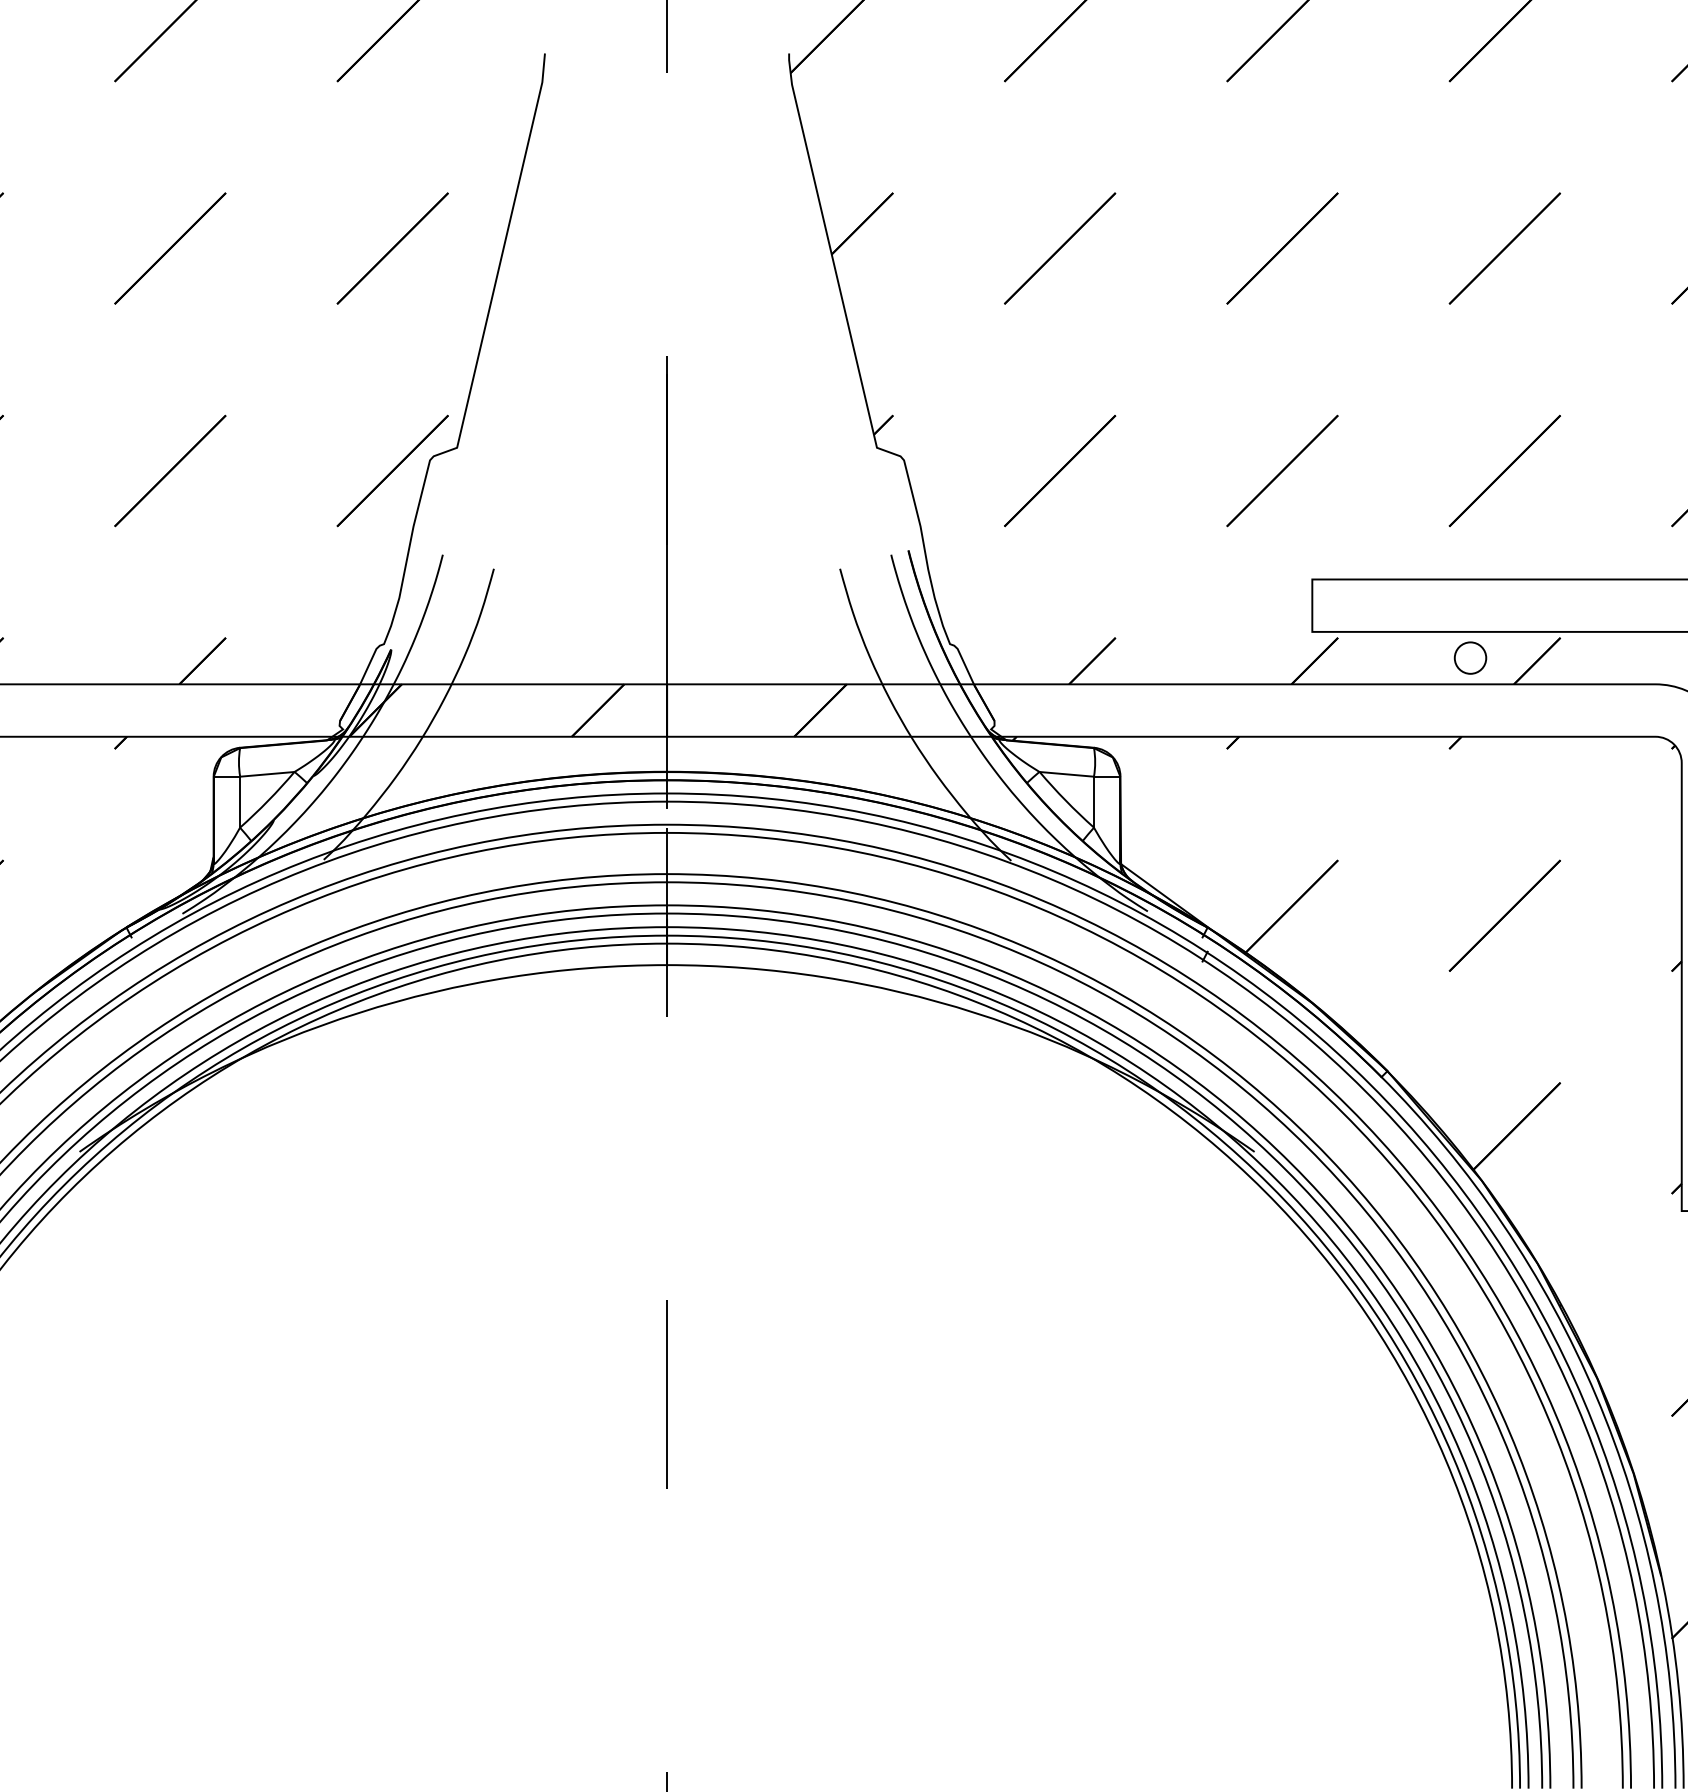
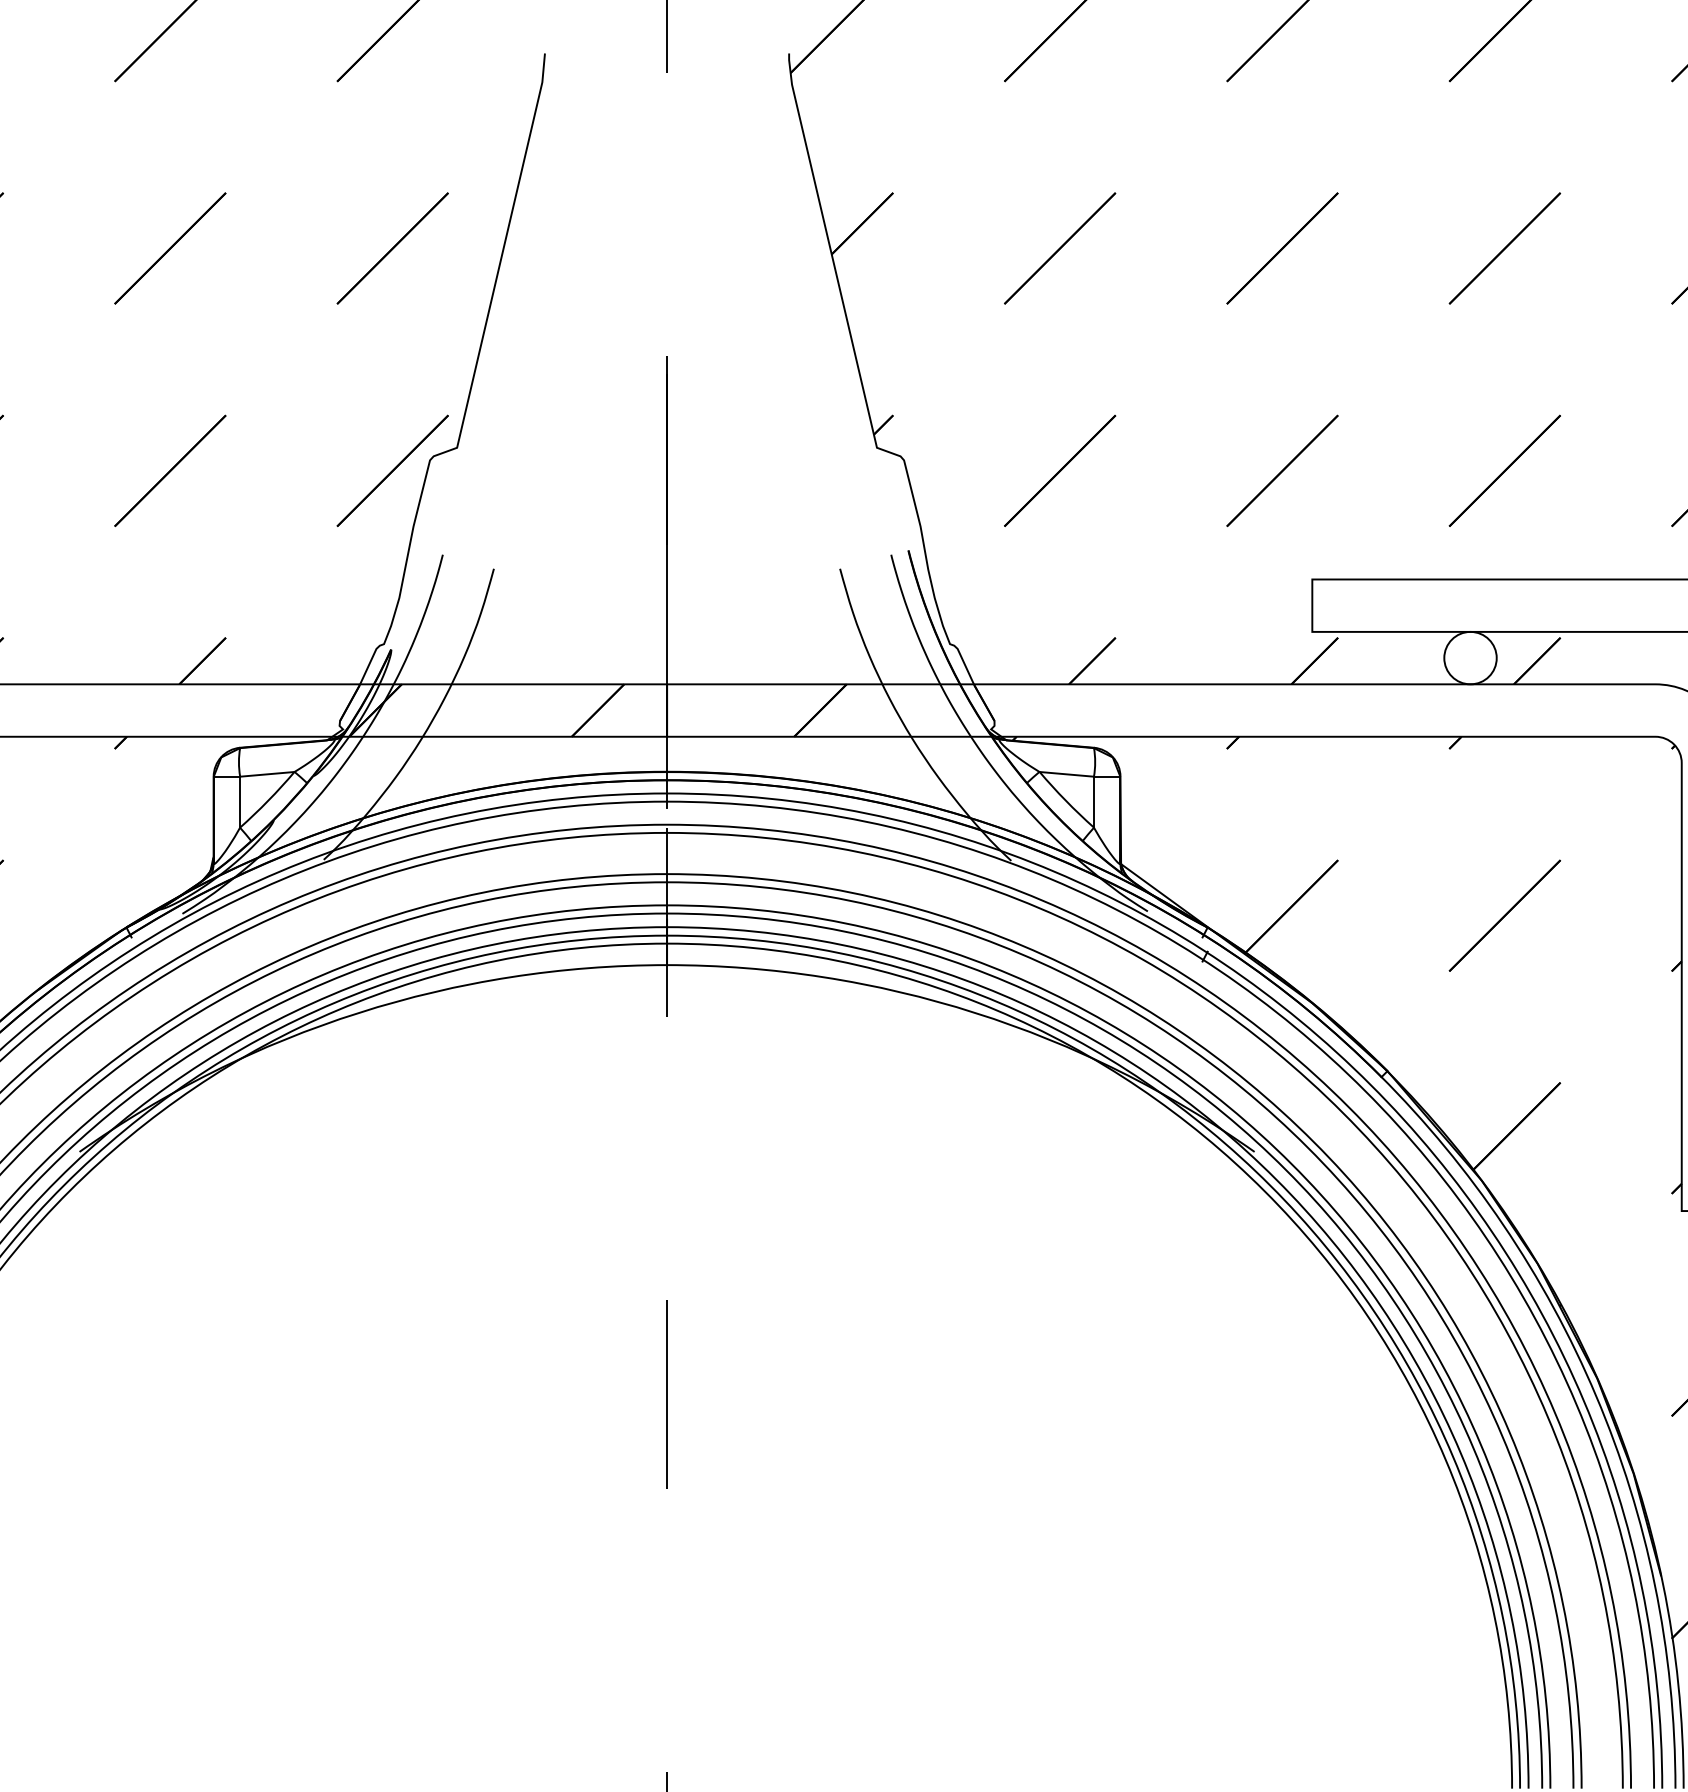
circle at (1470, 657) diameter: 31 px -> 52 px
